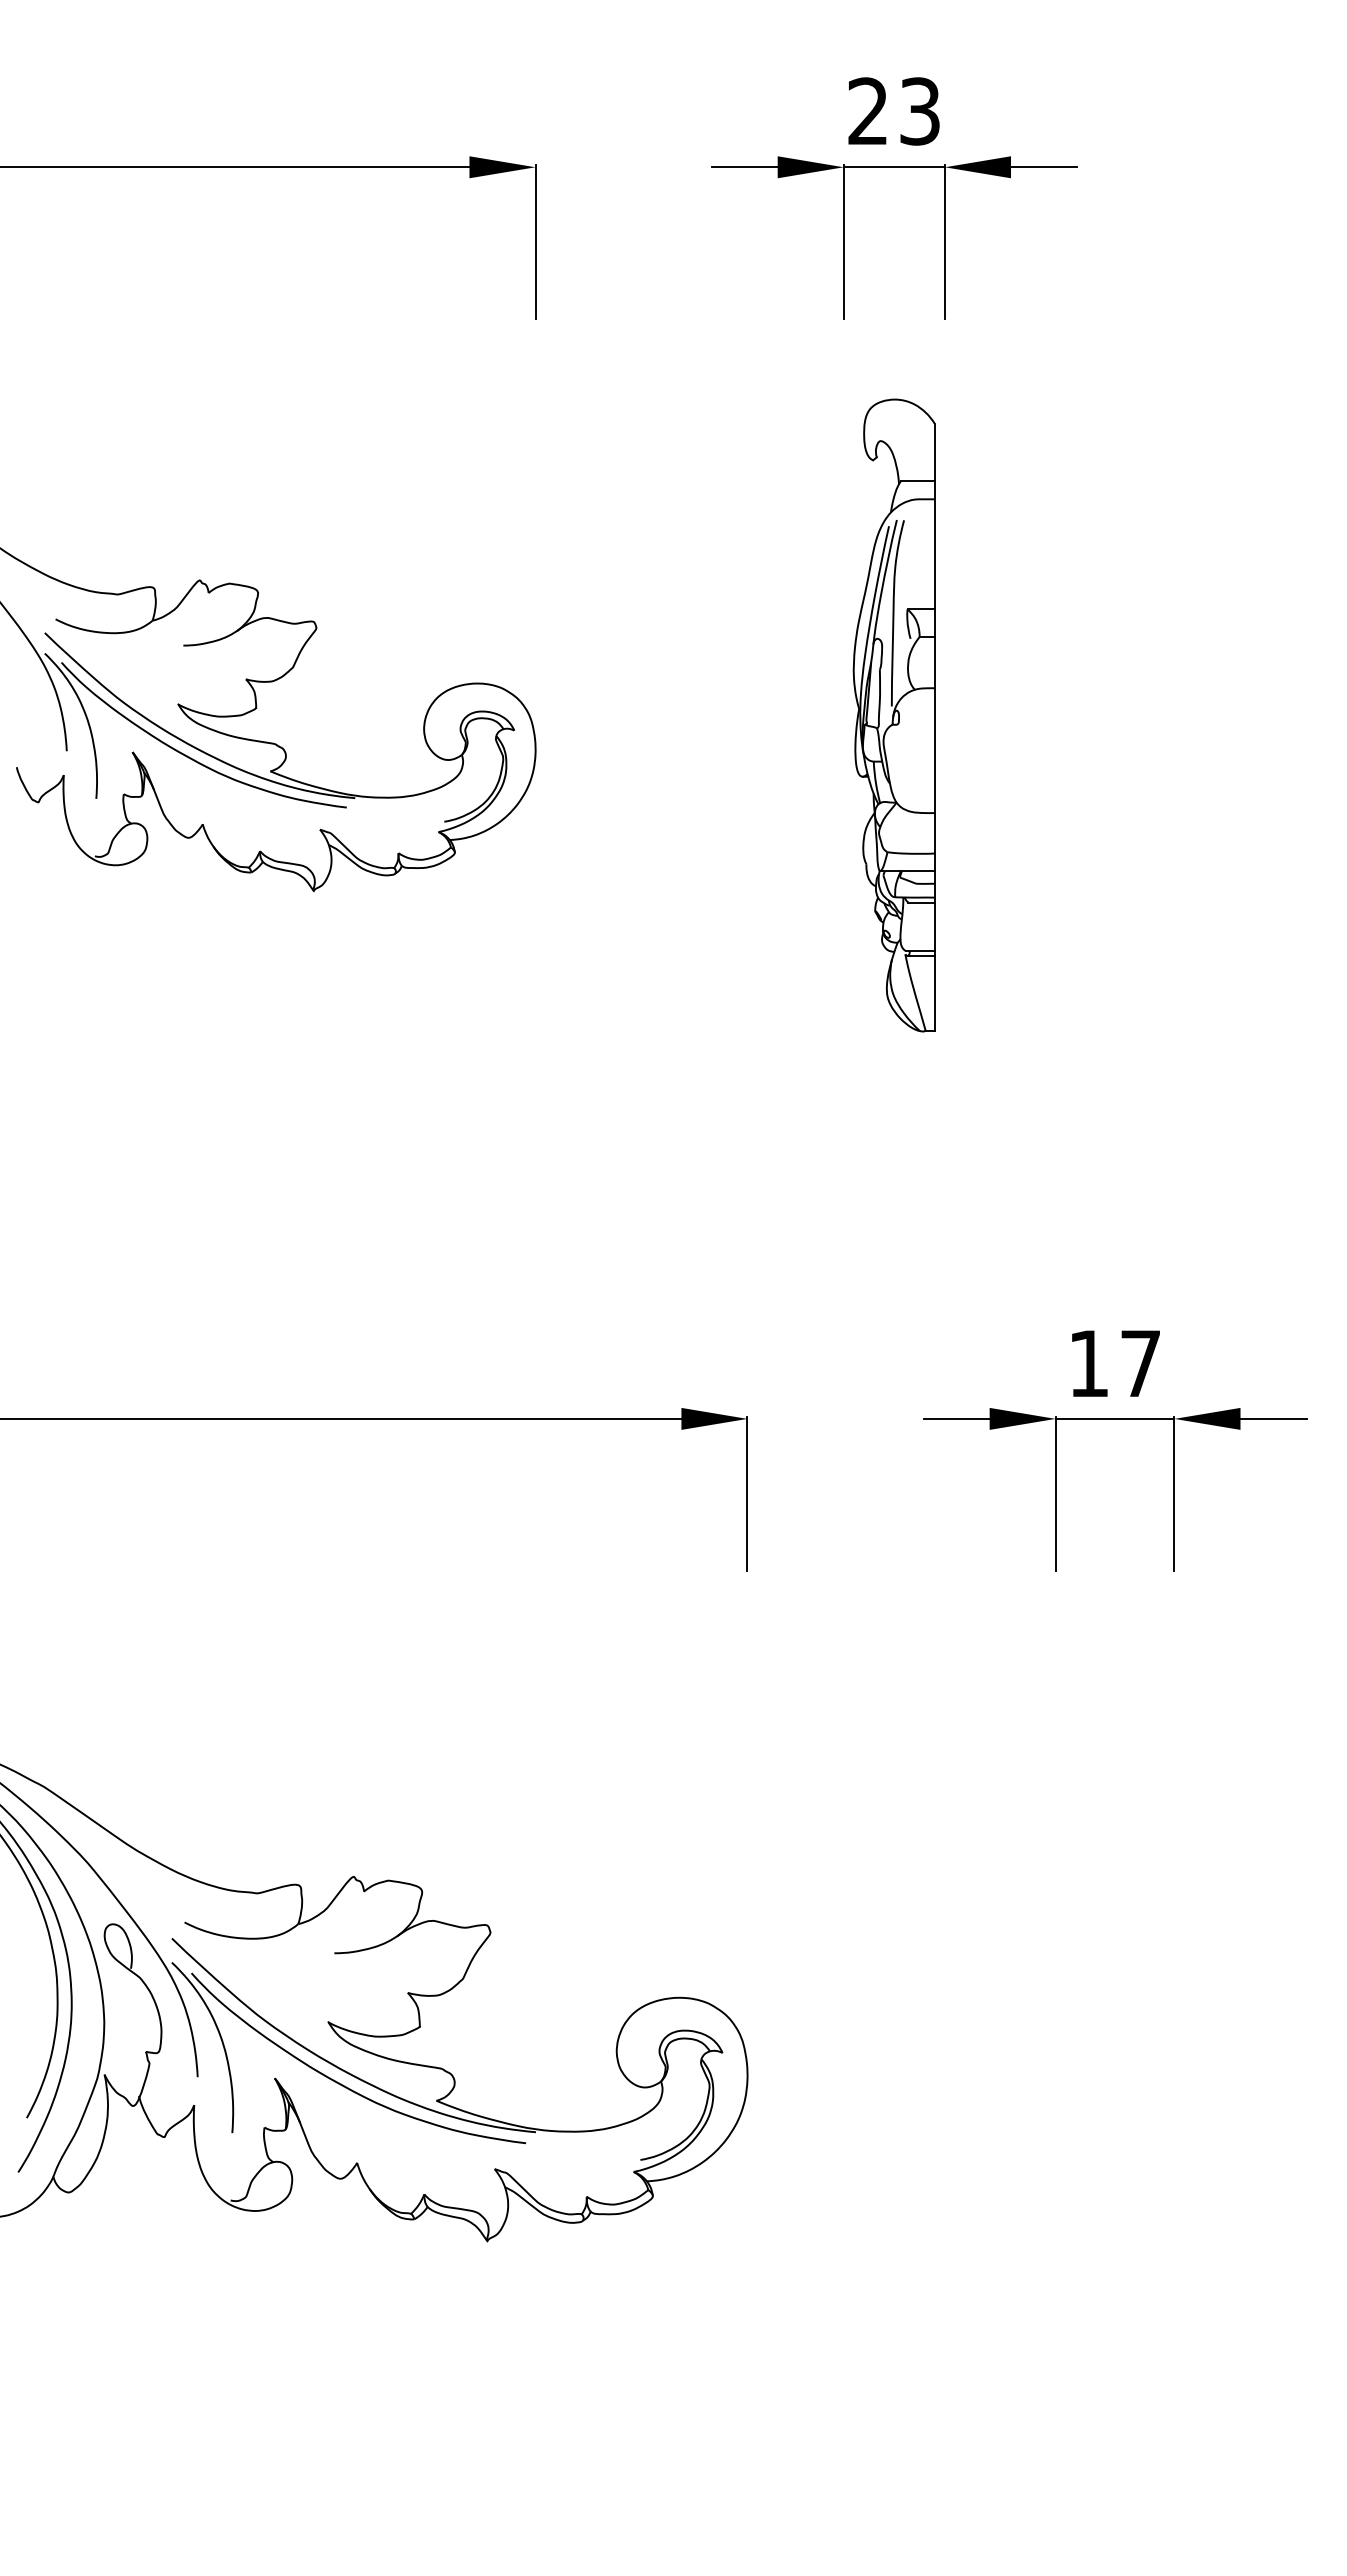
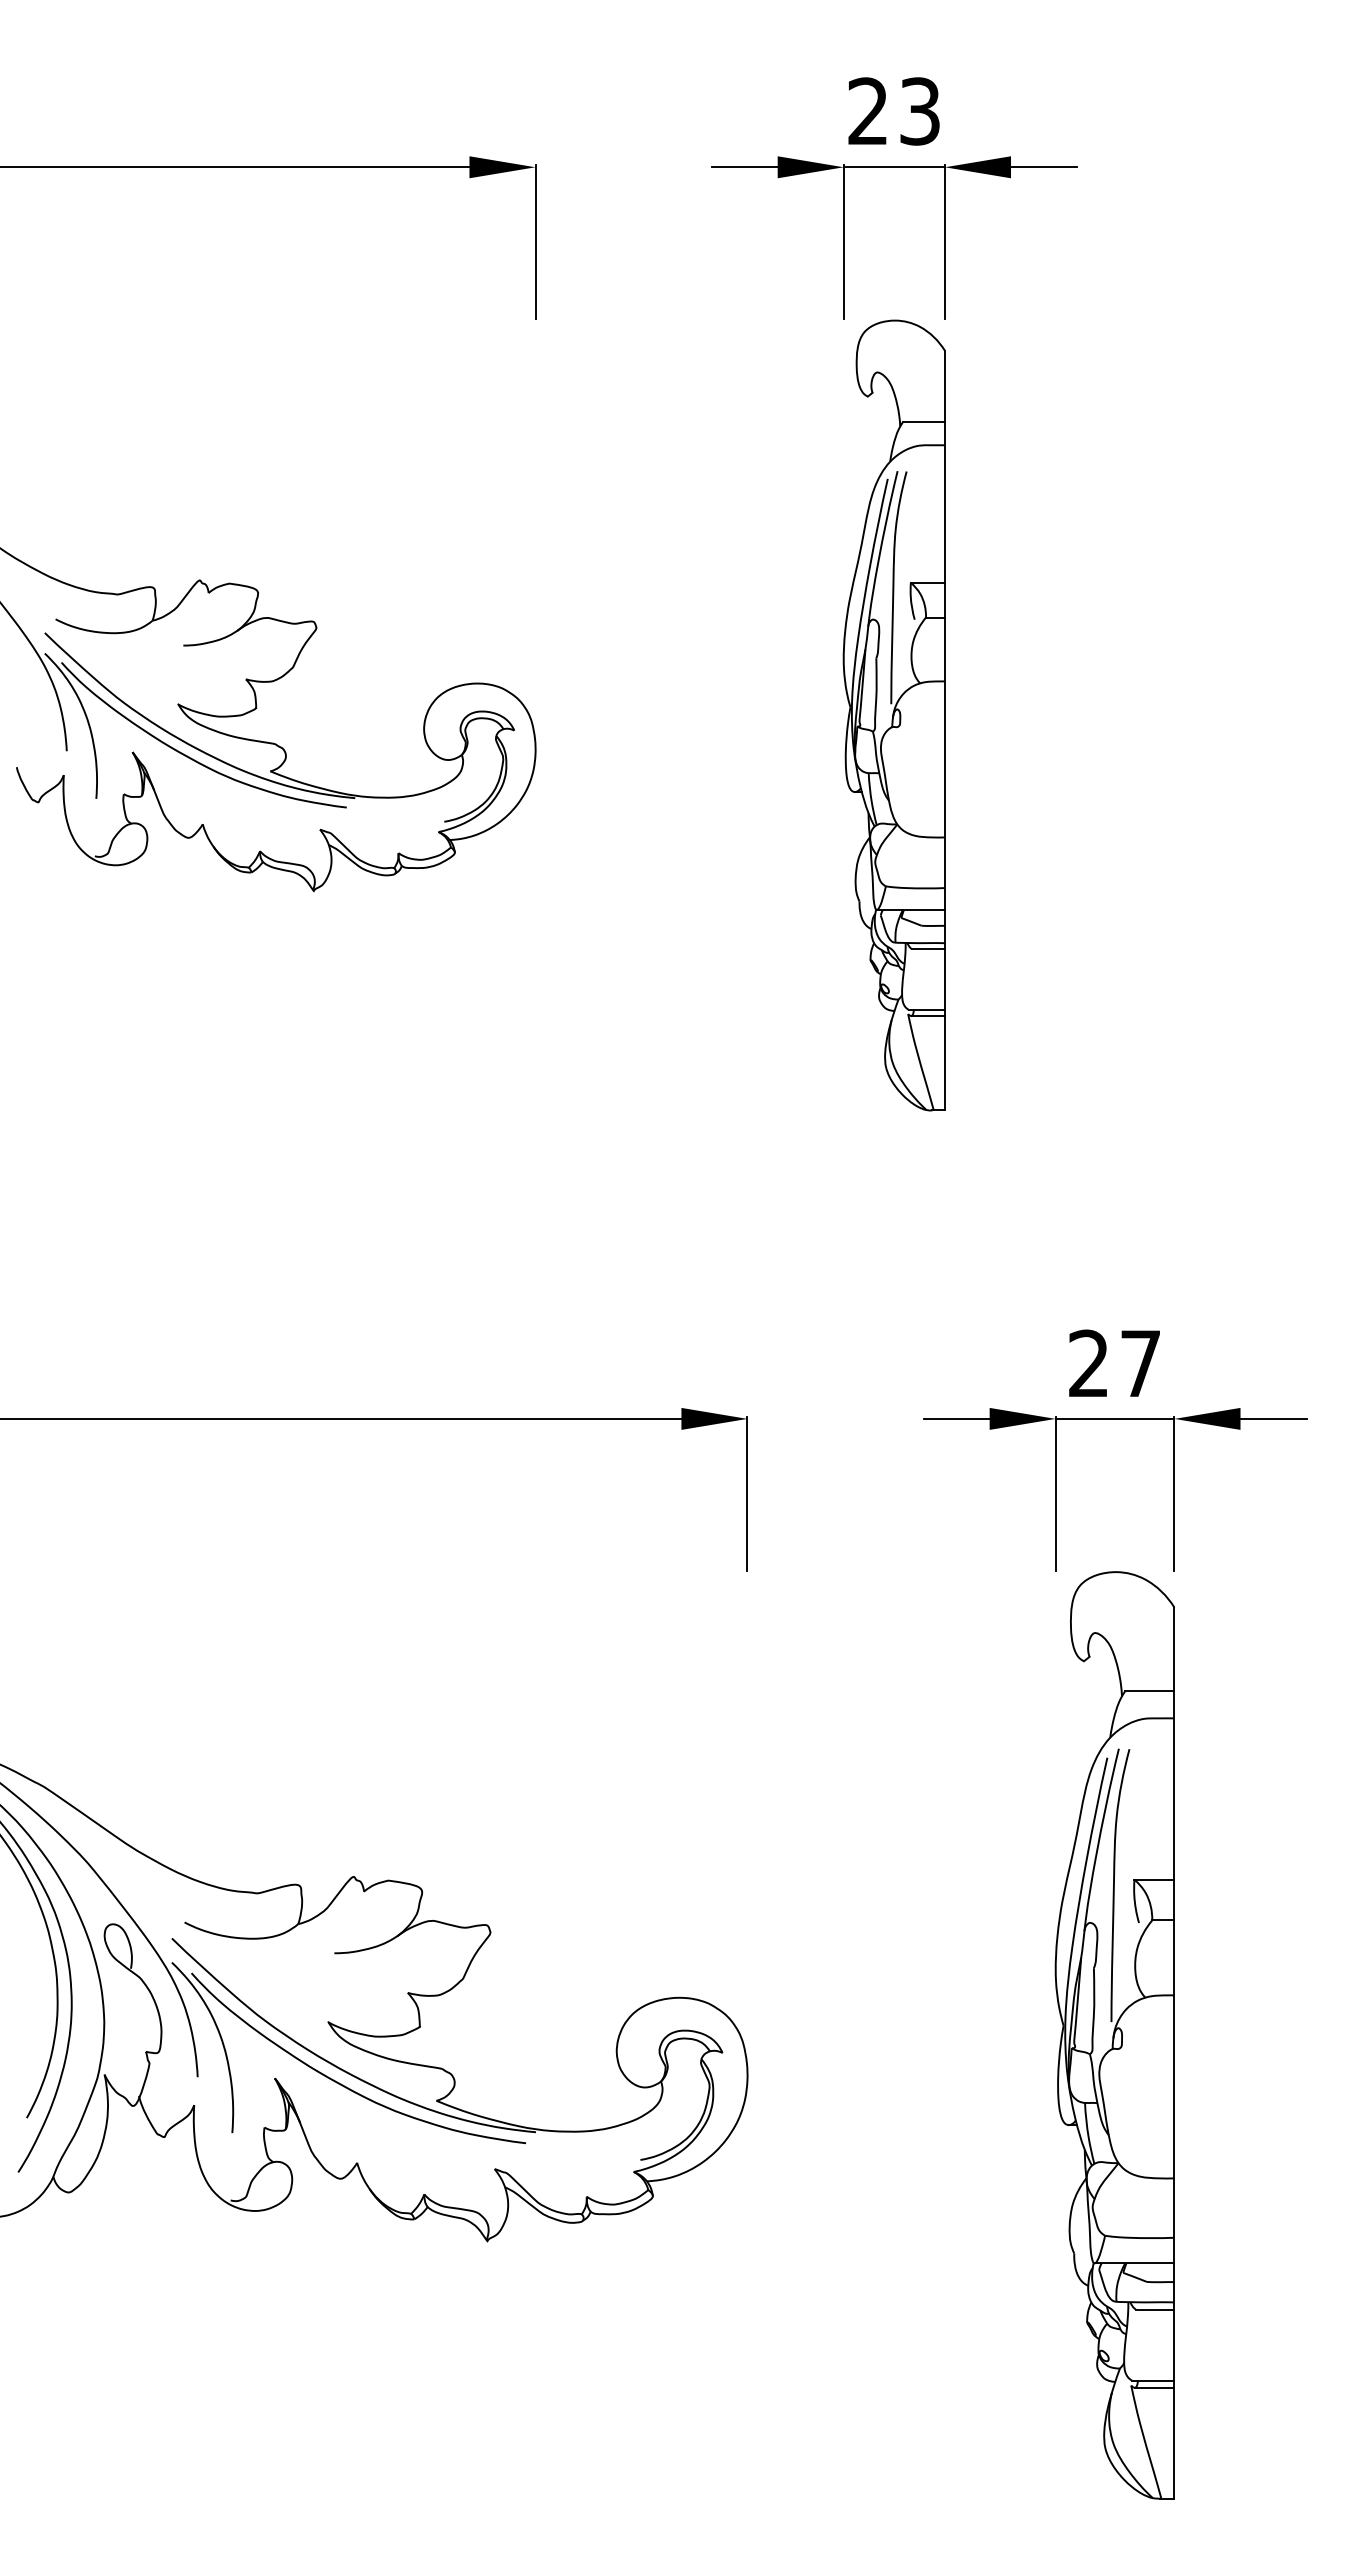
part at (893, 715) size: 84x635 px -> 104x793 px
text at (1088, 1362): 17 -> 27
part at (1114, 2035): none -> present
